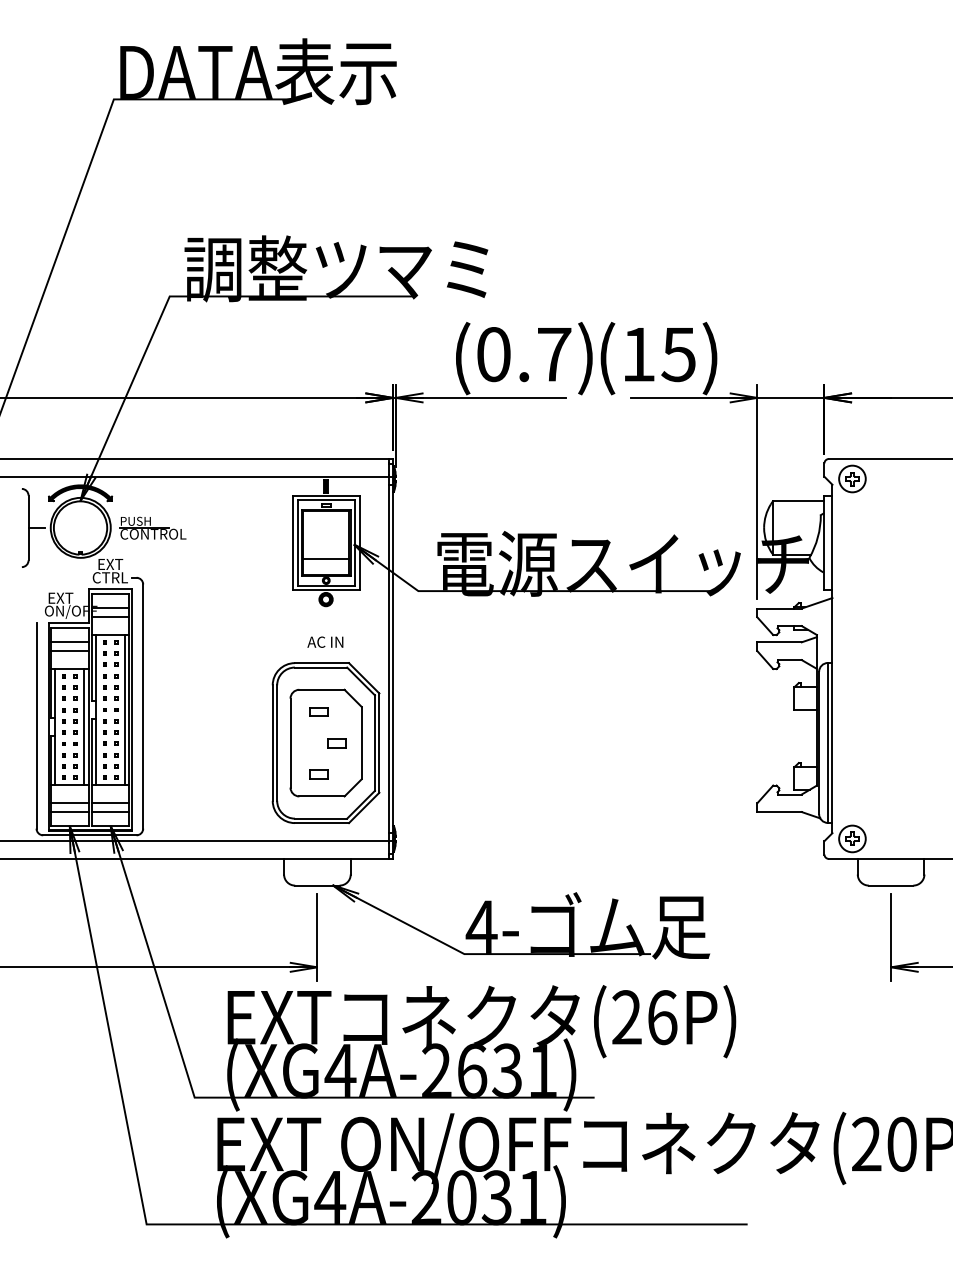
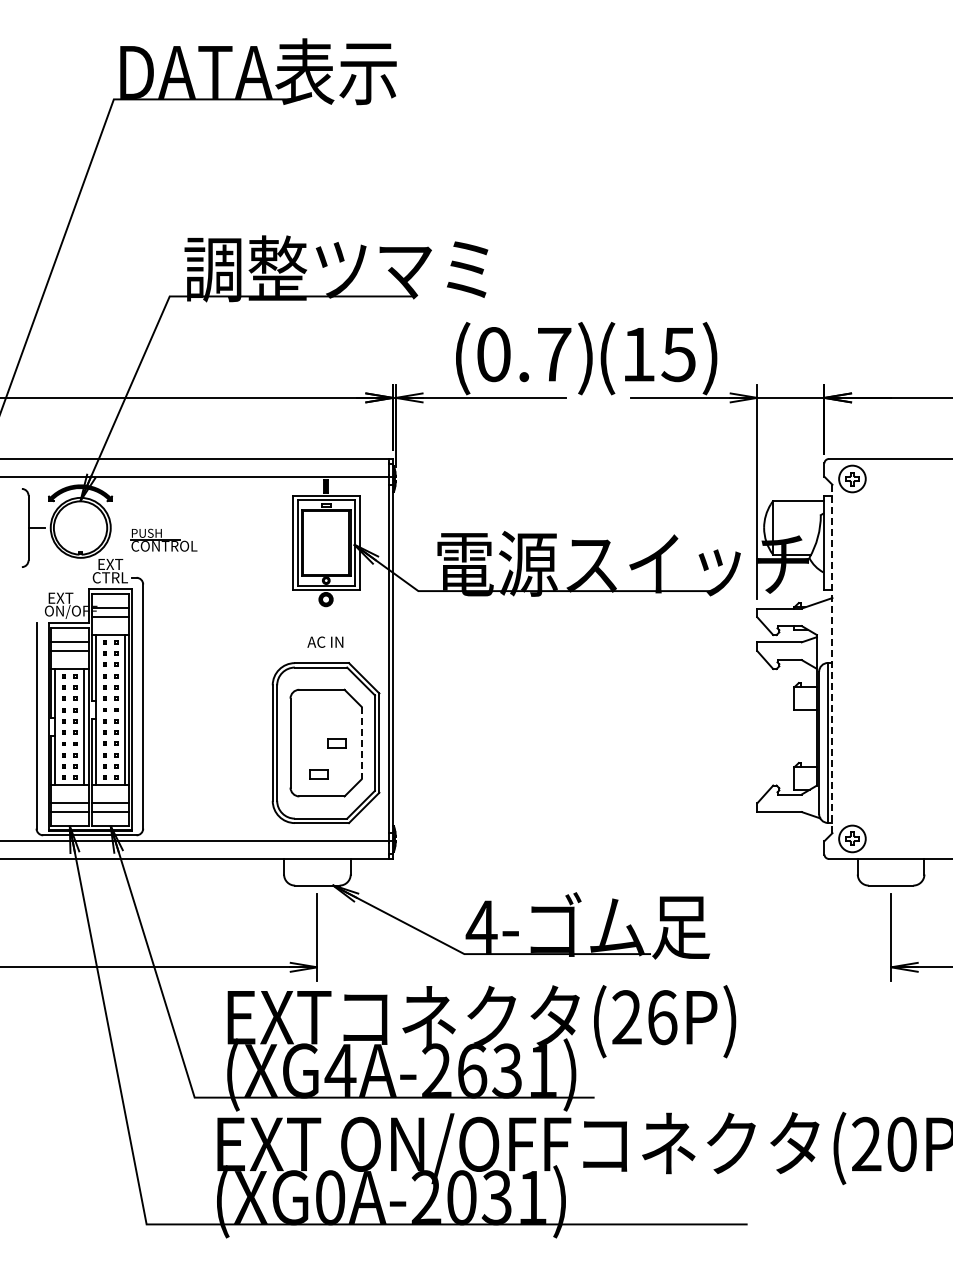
part at (152, 527) position: (152, 527) -> (163, 539)
line at (326, 559): present -> none
line at (832, 658): solid -> dashed
part at (318, 711): present -> none
line at (361, 743): solid -> dashed
text at (330, 1197): (XG4A-2031) -> (XG0A-2031)
